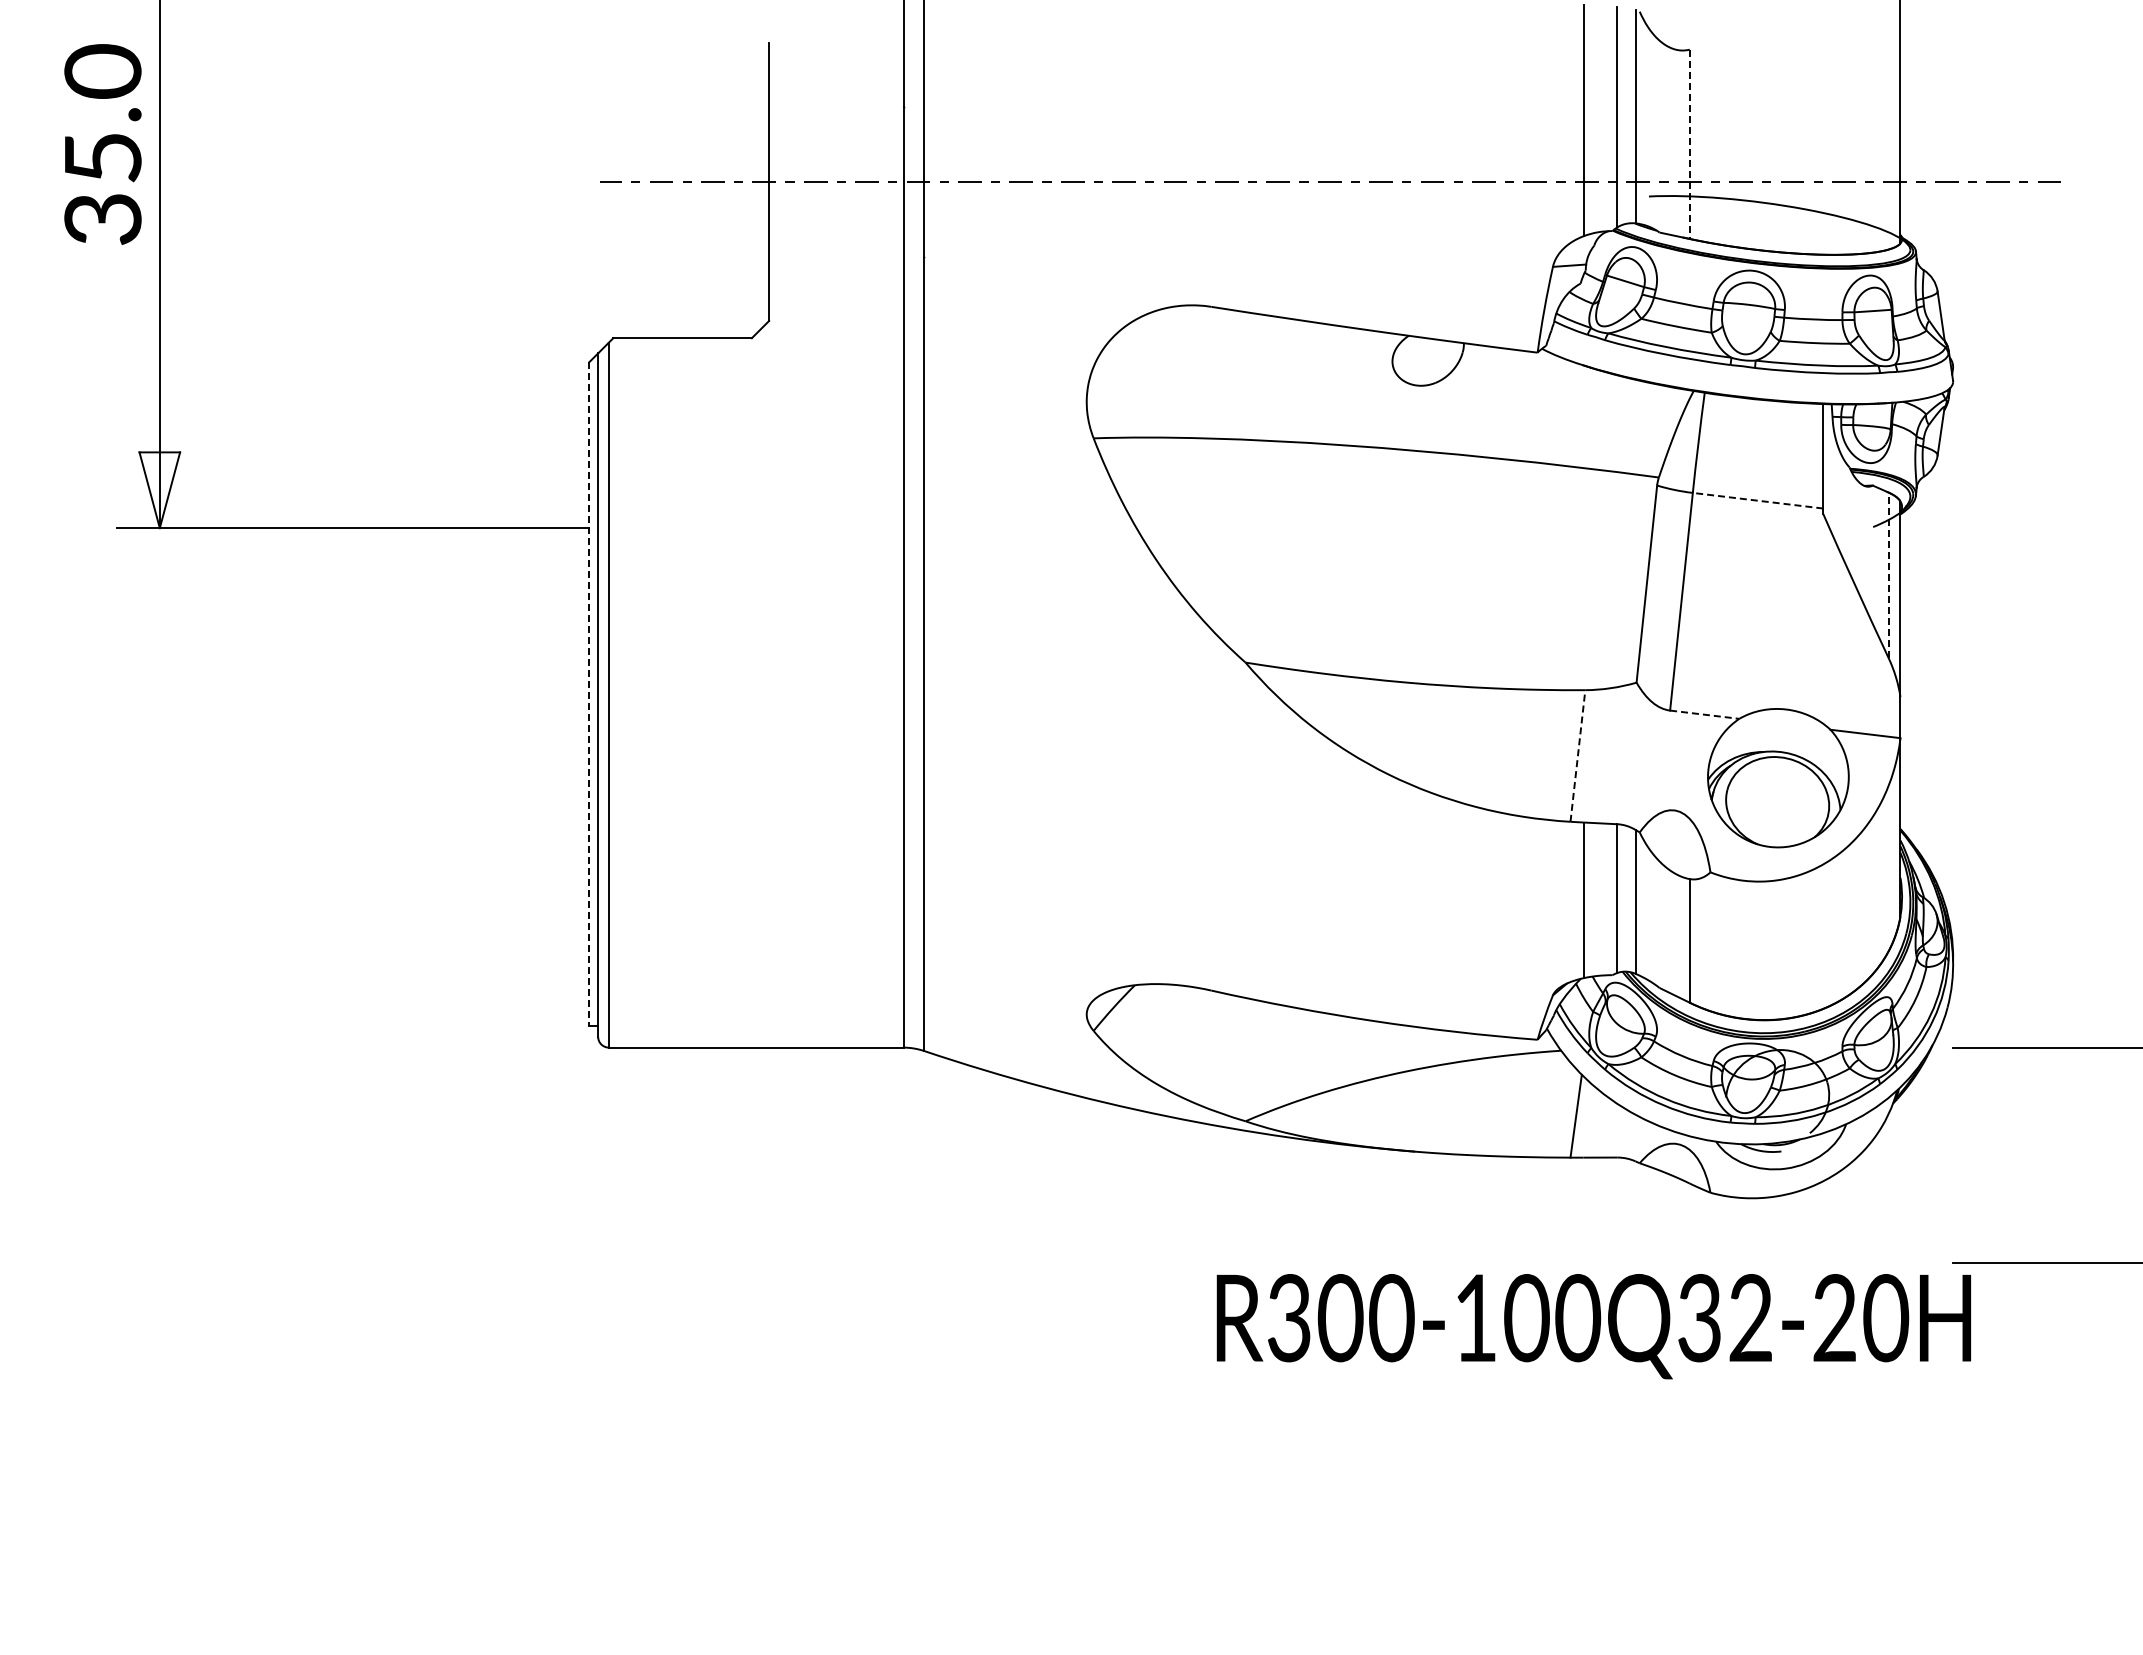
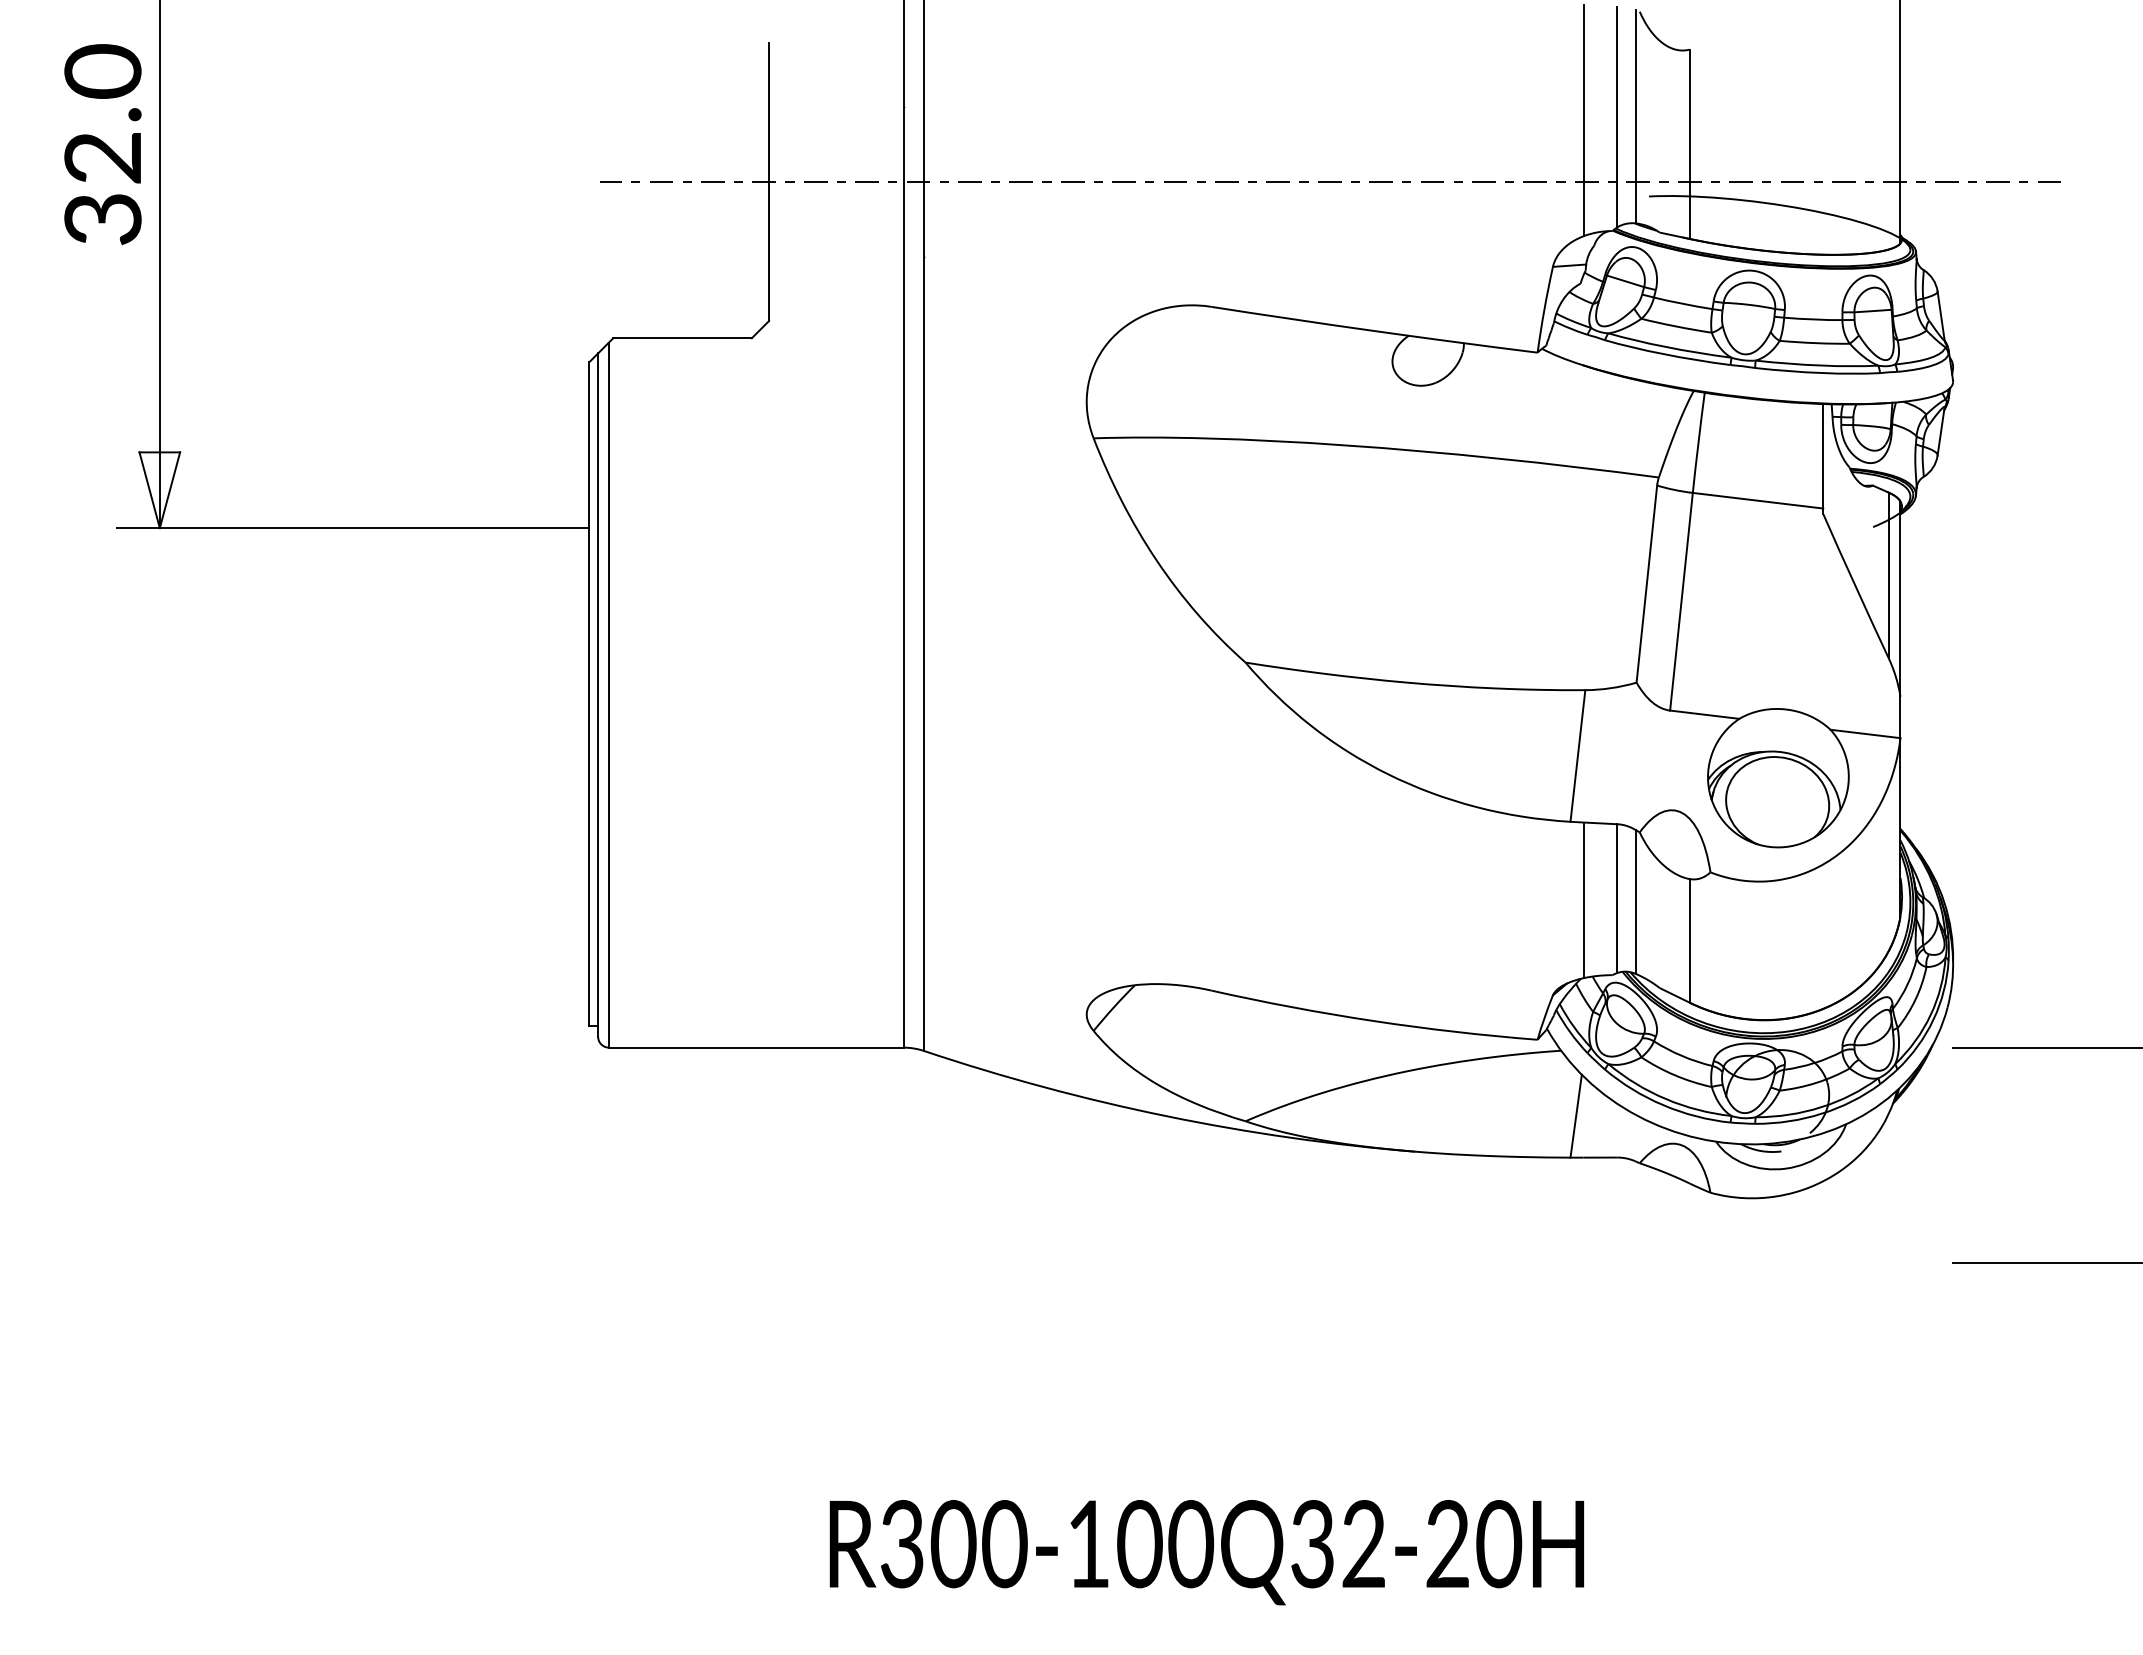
line at (1689, 144): dashed -> solid
text at (102, 158): 35.0 -> 32.0
line at (1758, 500): dashed -> solid
line at (1888, 575): dashed -> solid
line at (589, 694): dashed -> solid
line at (1704, 714): dashed -> solid
line at (1577, 755): dashed -> solid
text at (1593, 1326) position: (1593, 1326) -> (1206, 1552)
